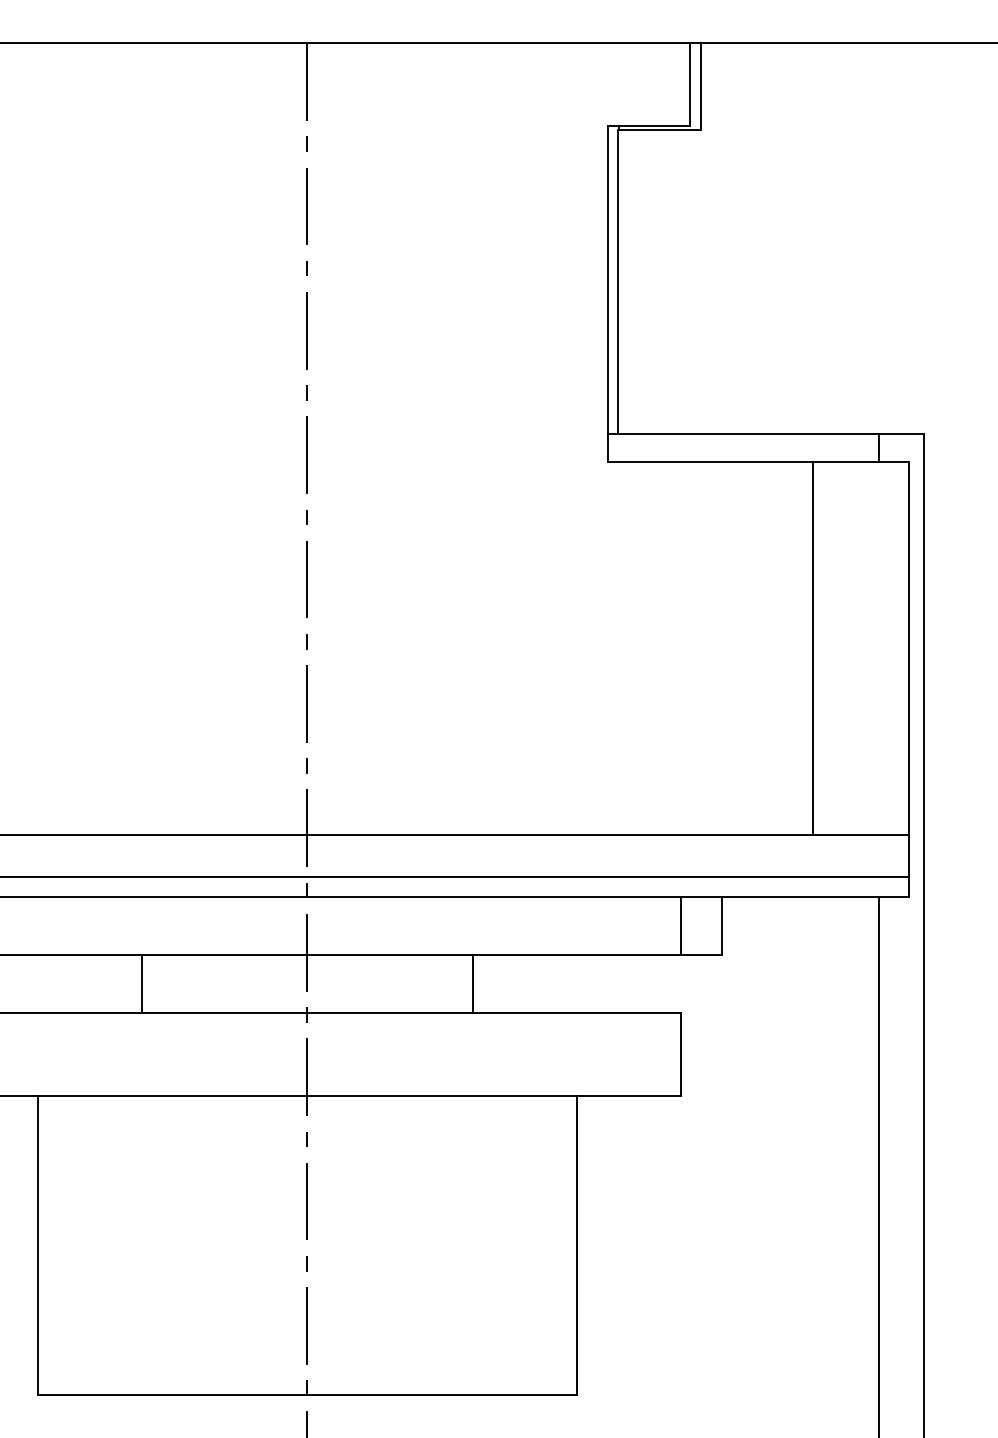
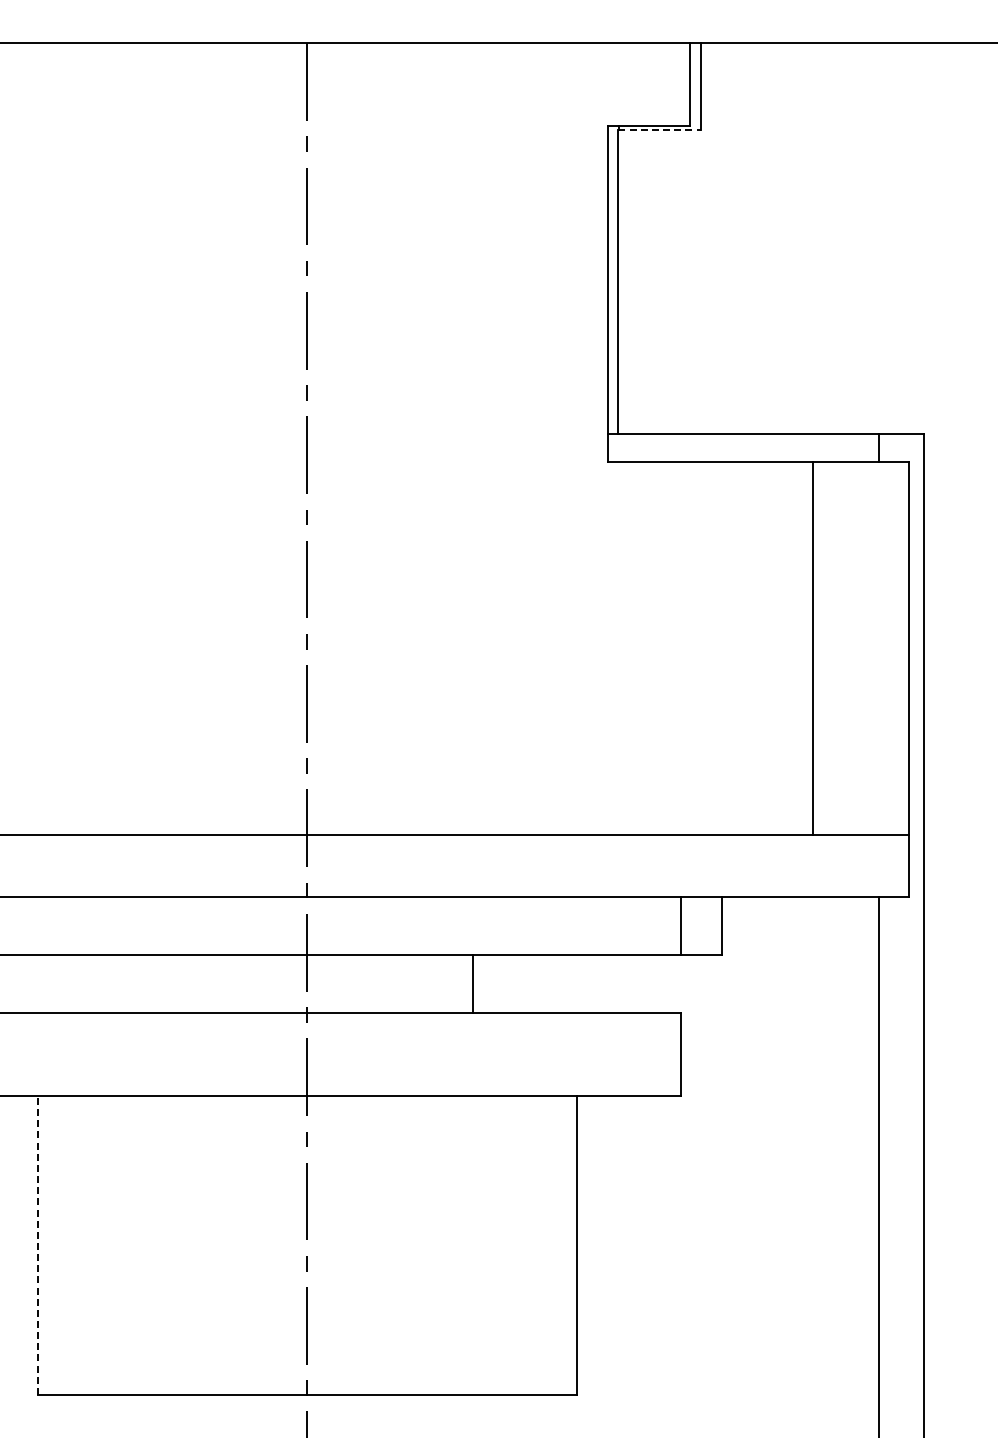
line at (660, 130): solid -> dashed
line at (455, 876): present -> none
line at (141, 984): present -> none
line at (37, 1245): solid -> dashed
